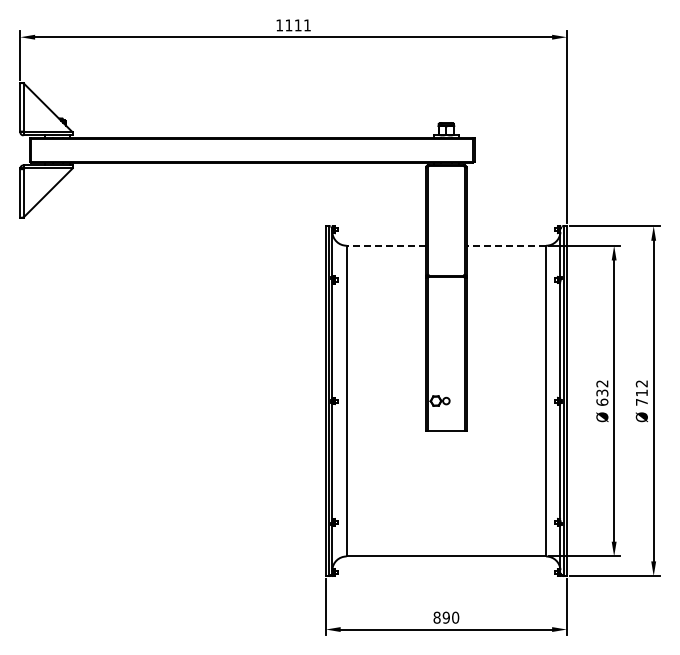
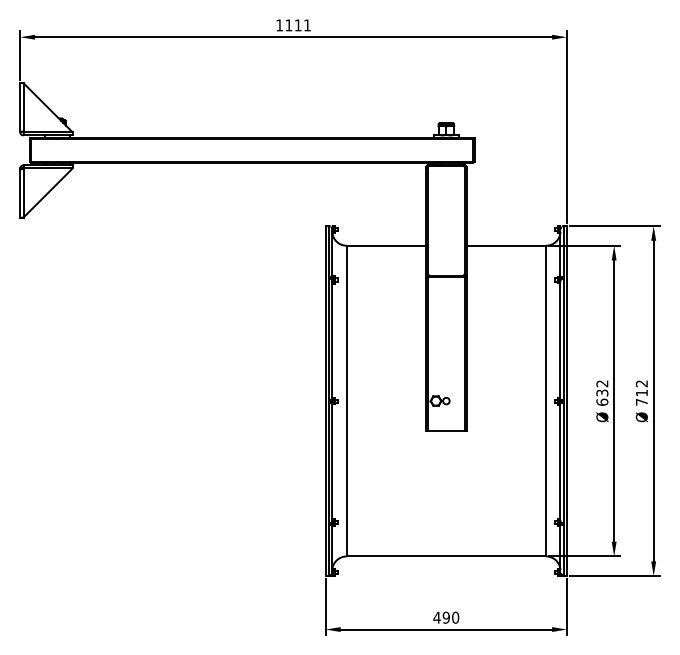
line at (386, 245): dashed -> solid
line at (506, 245): dashed -> solid
text at (436, 617): 890 -> 490
